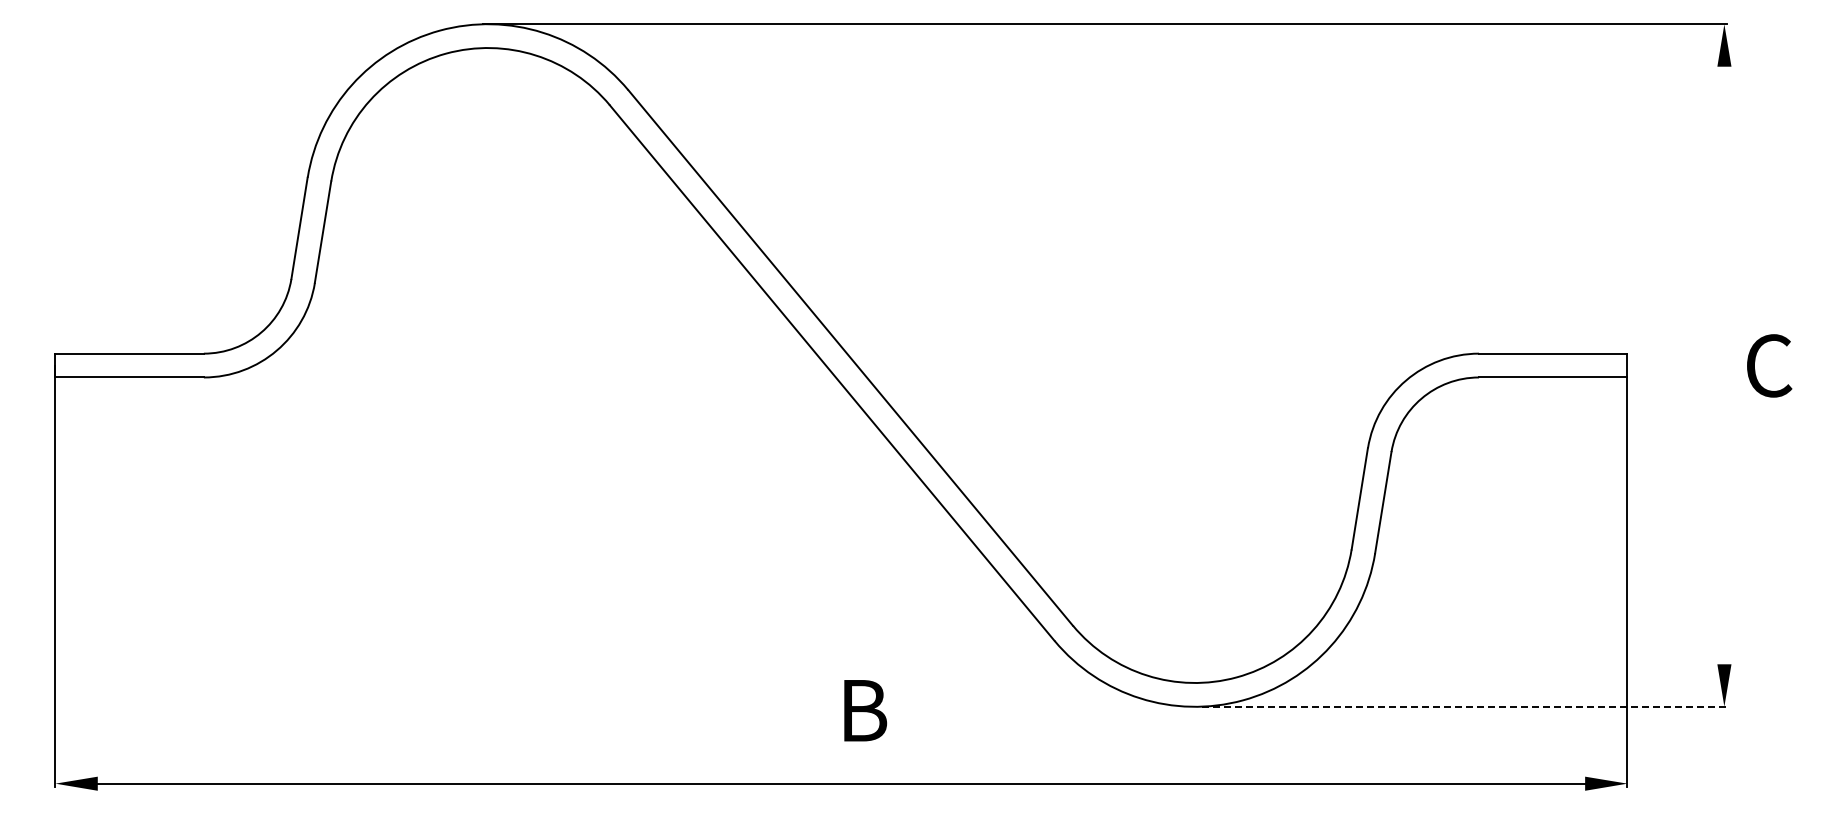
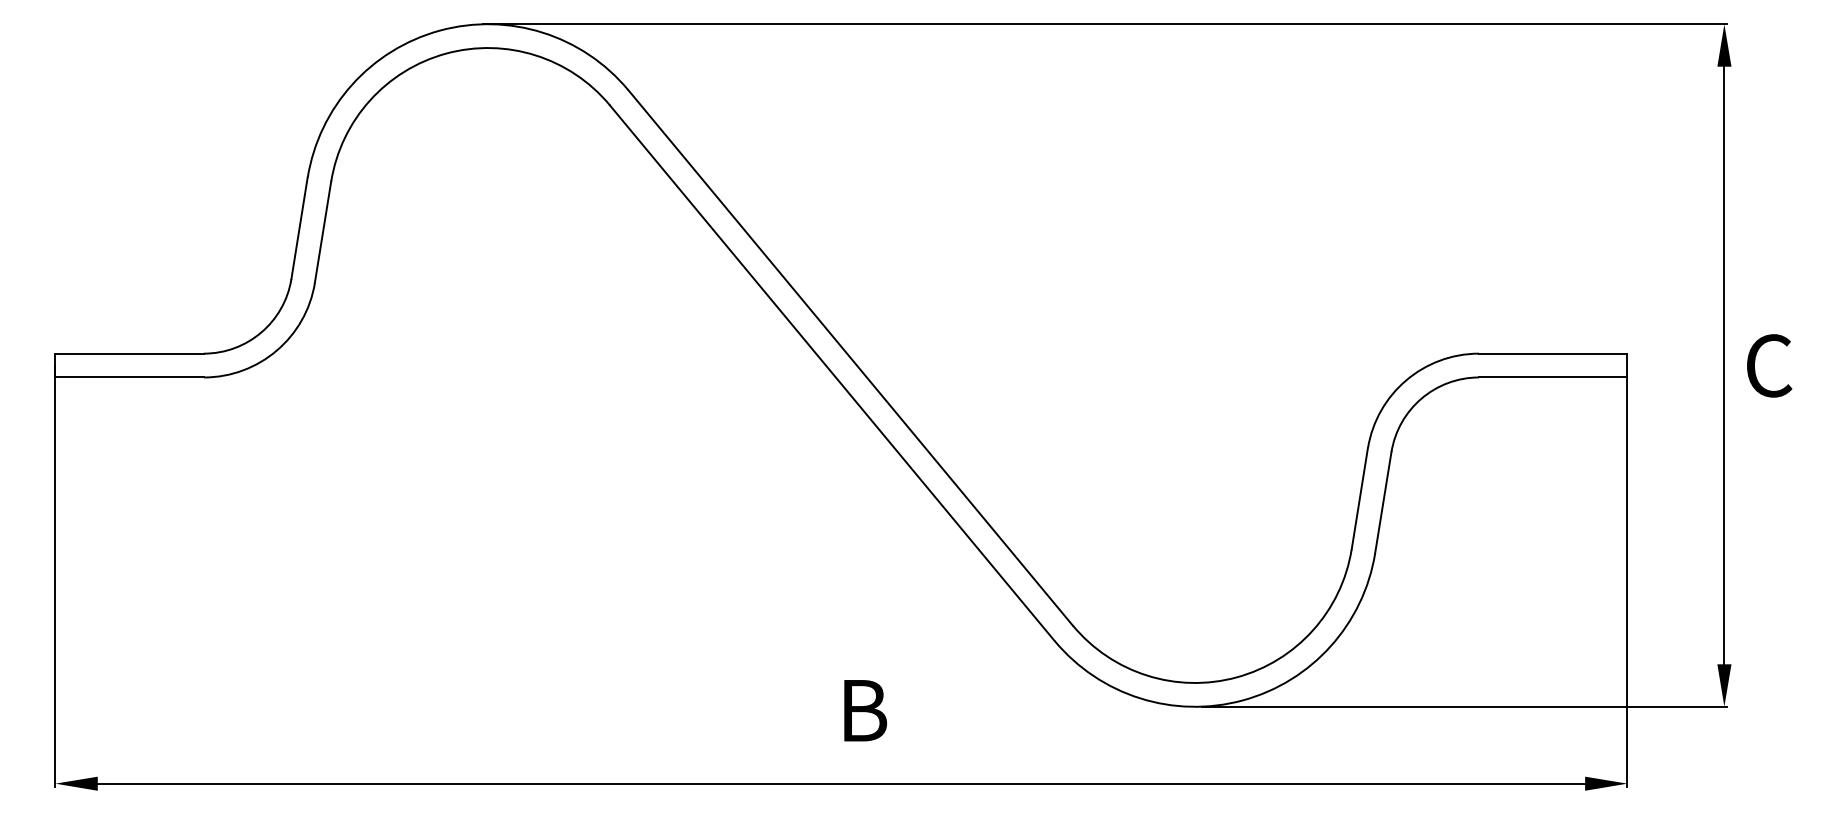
line at (1724, 365): none -> present
line at (1464, 706): dashed -> solid
